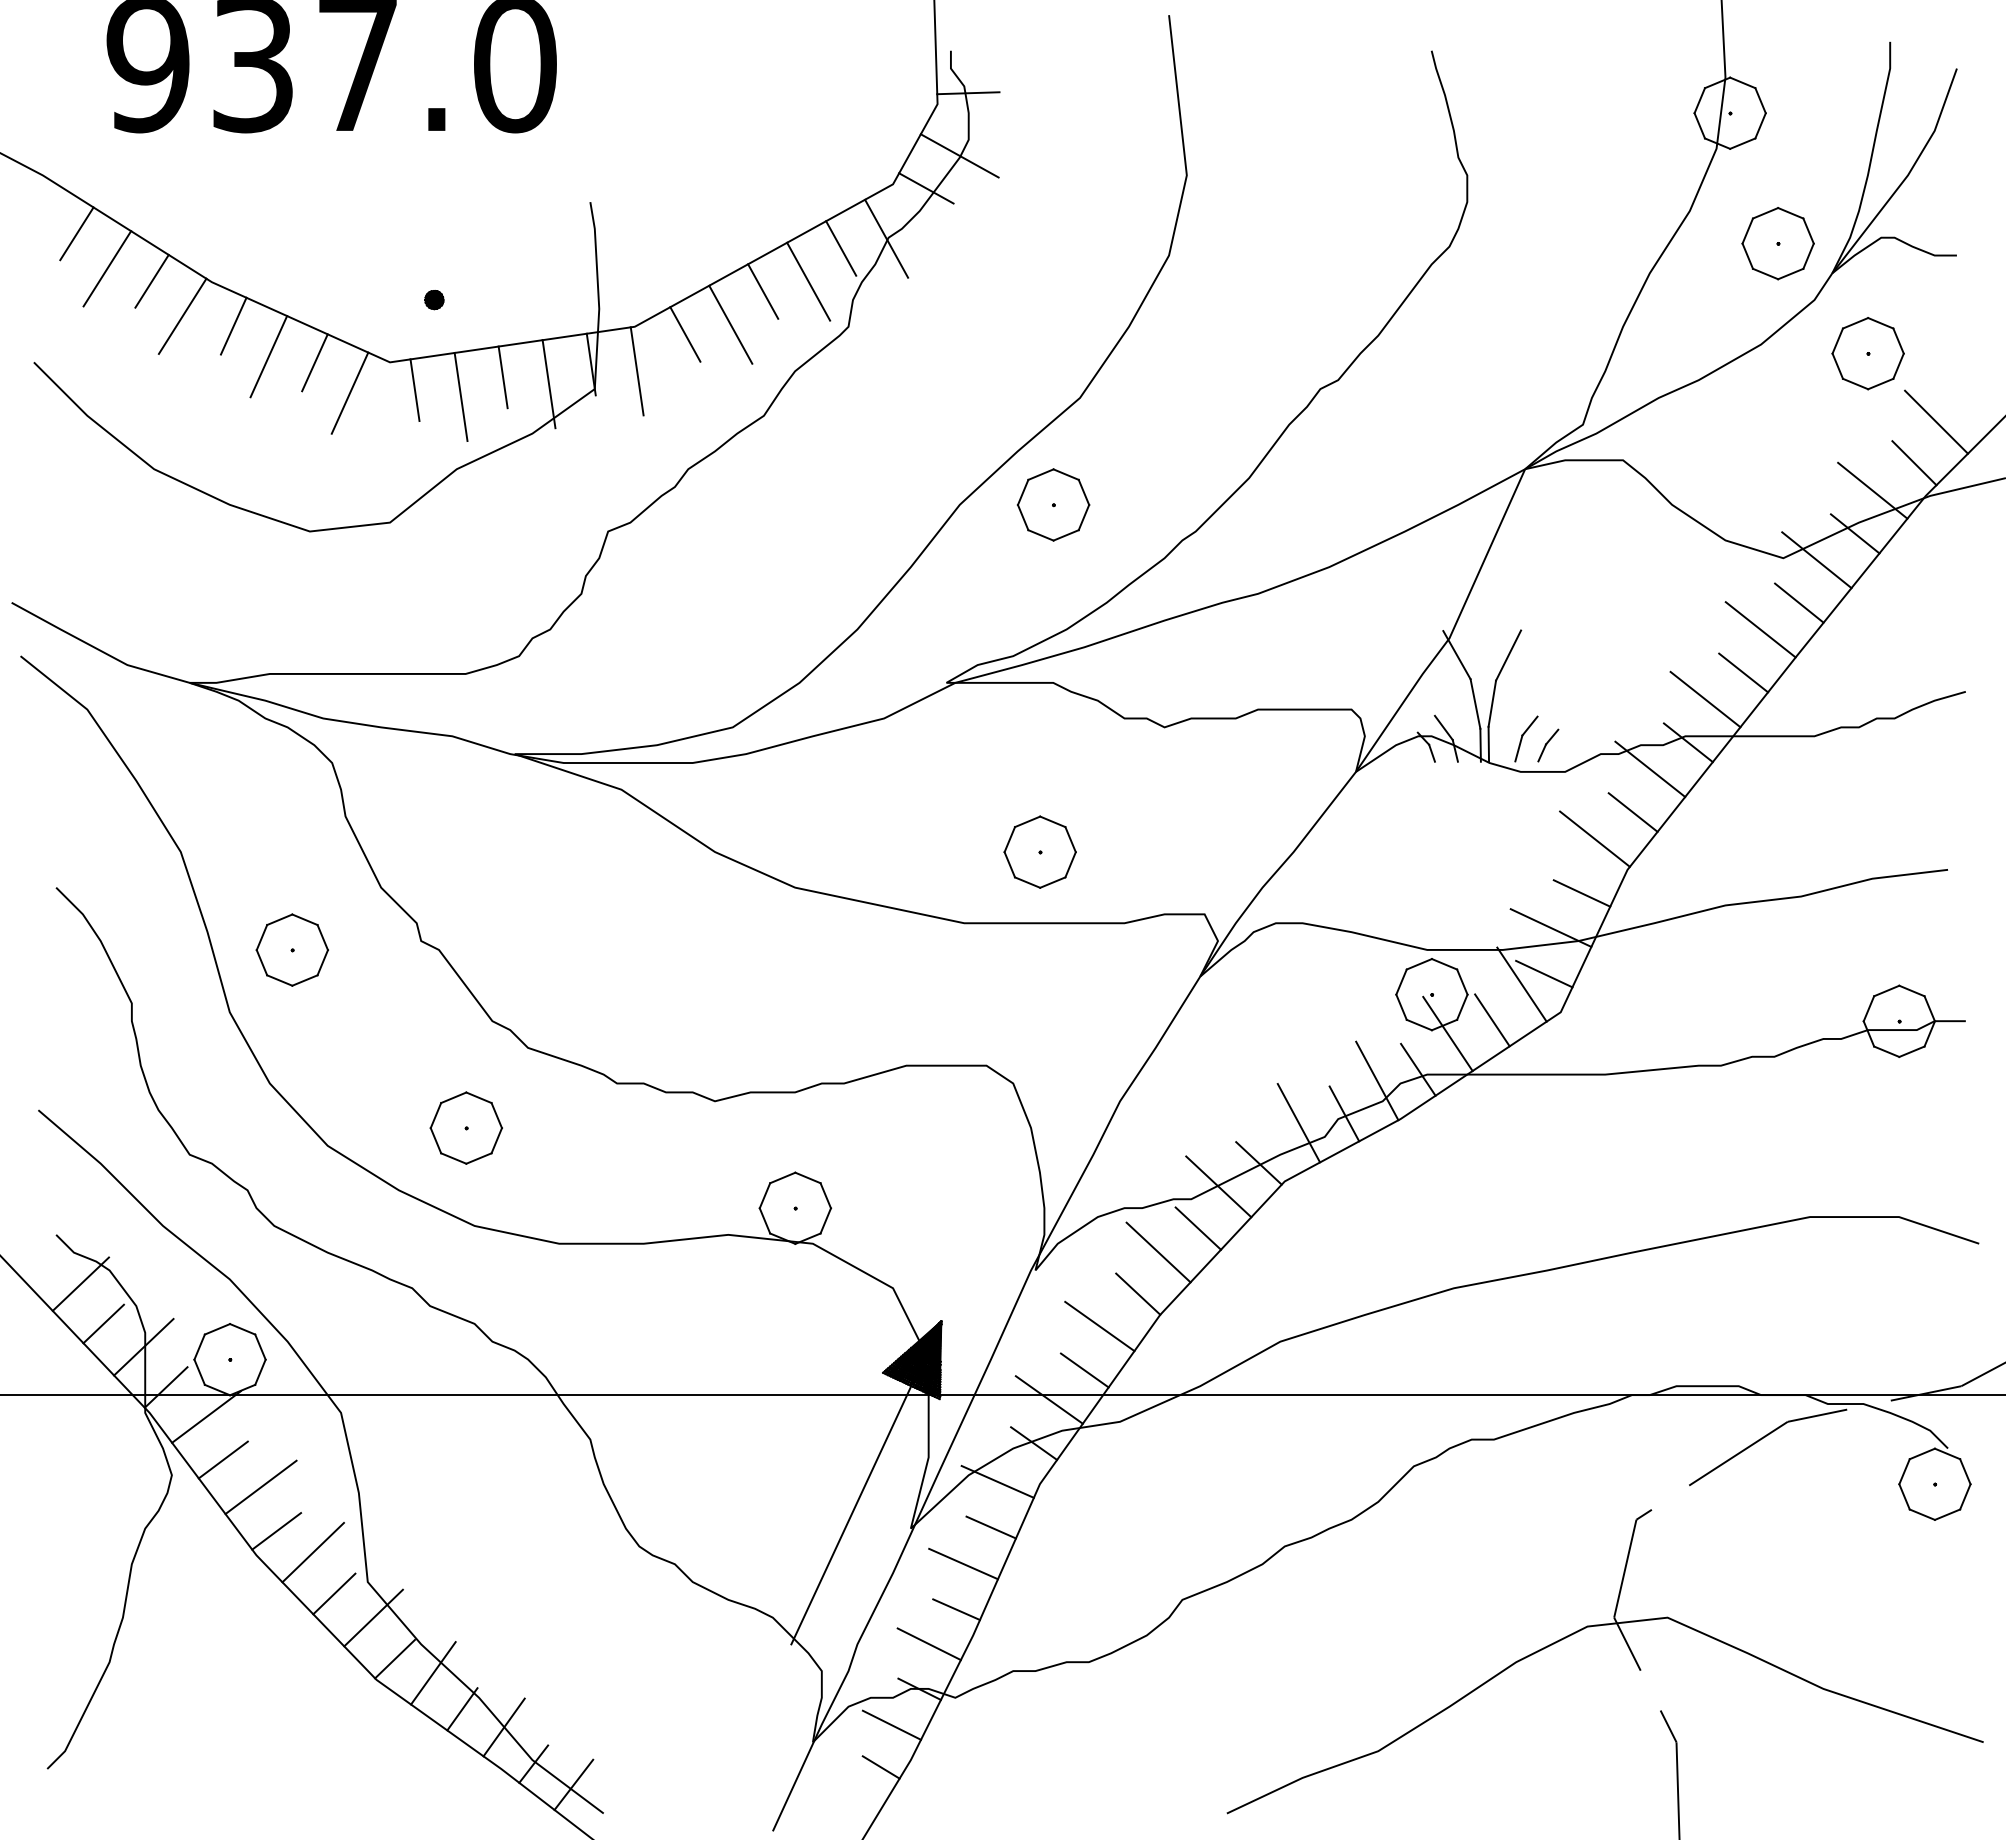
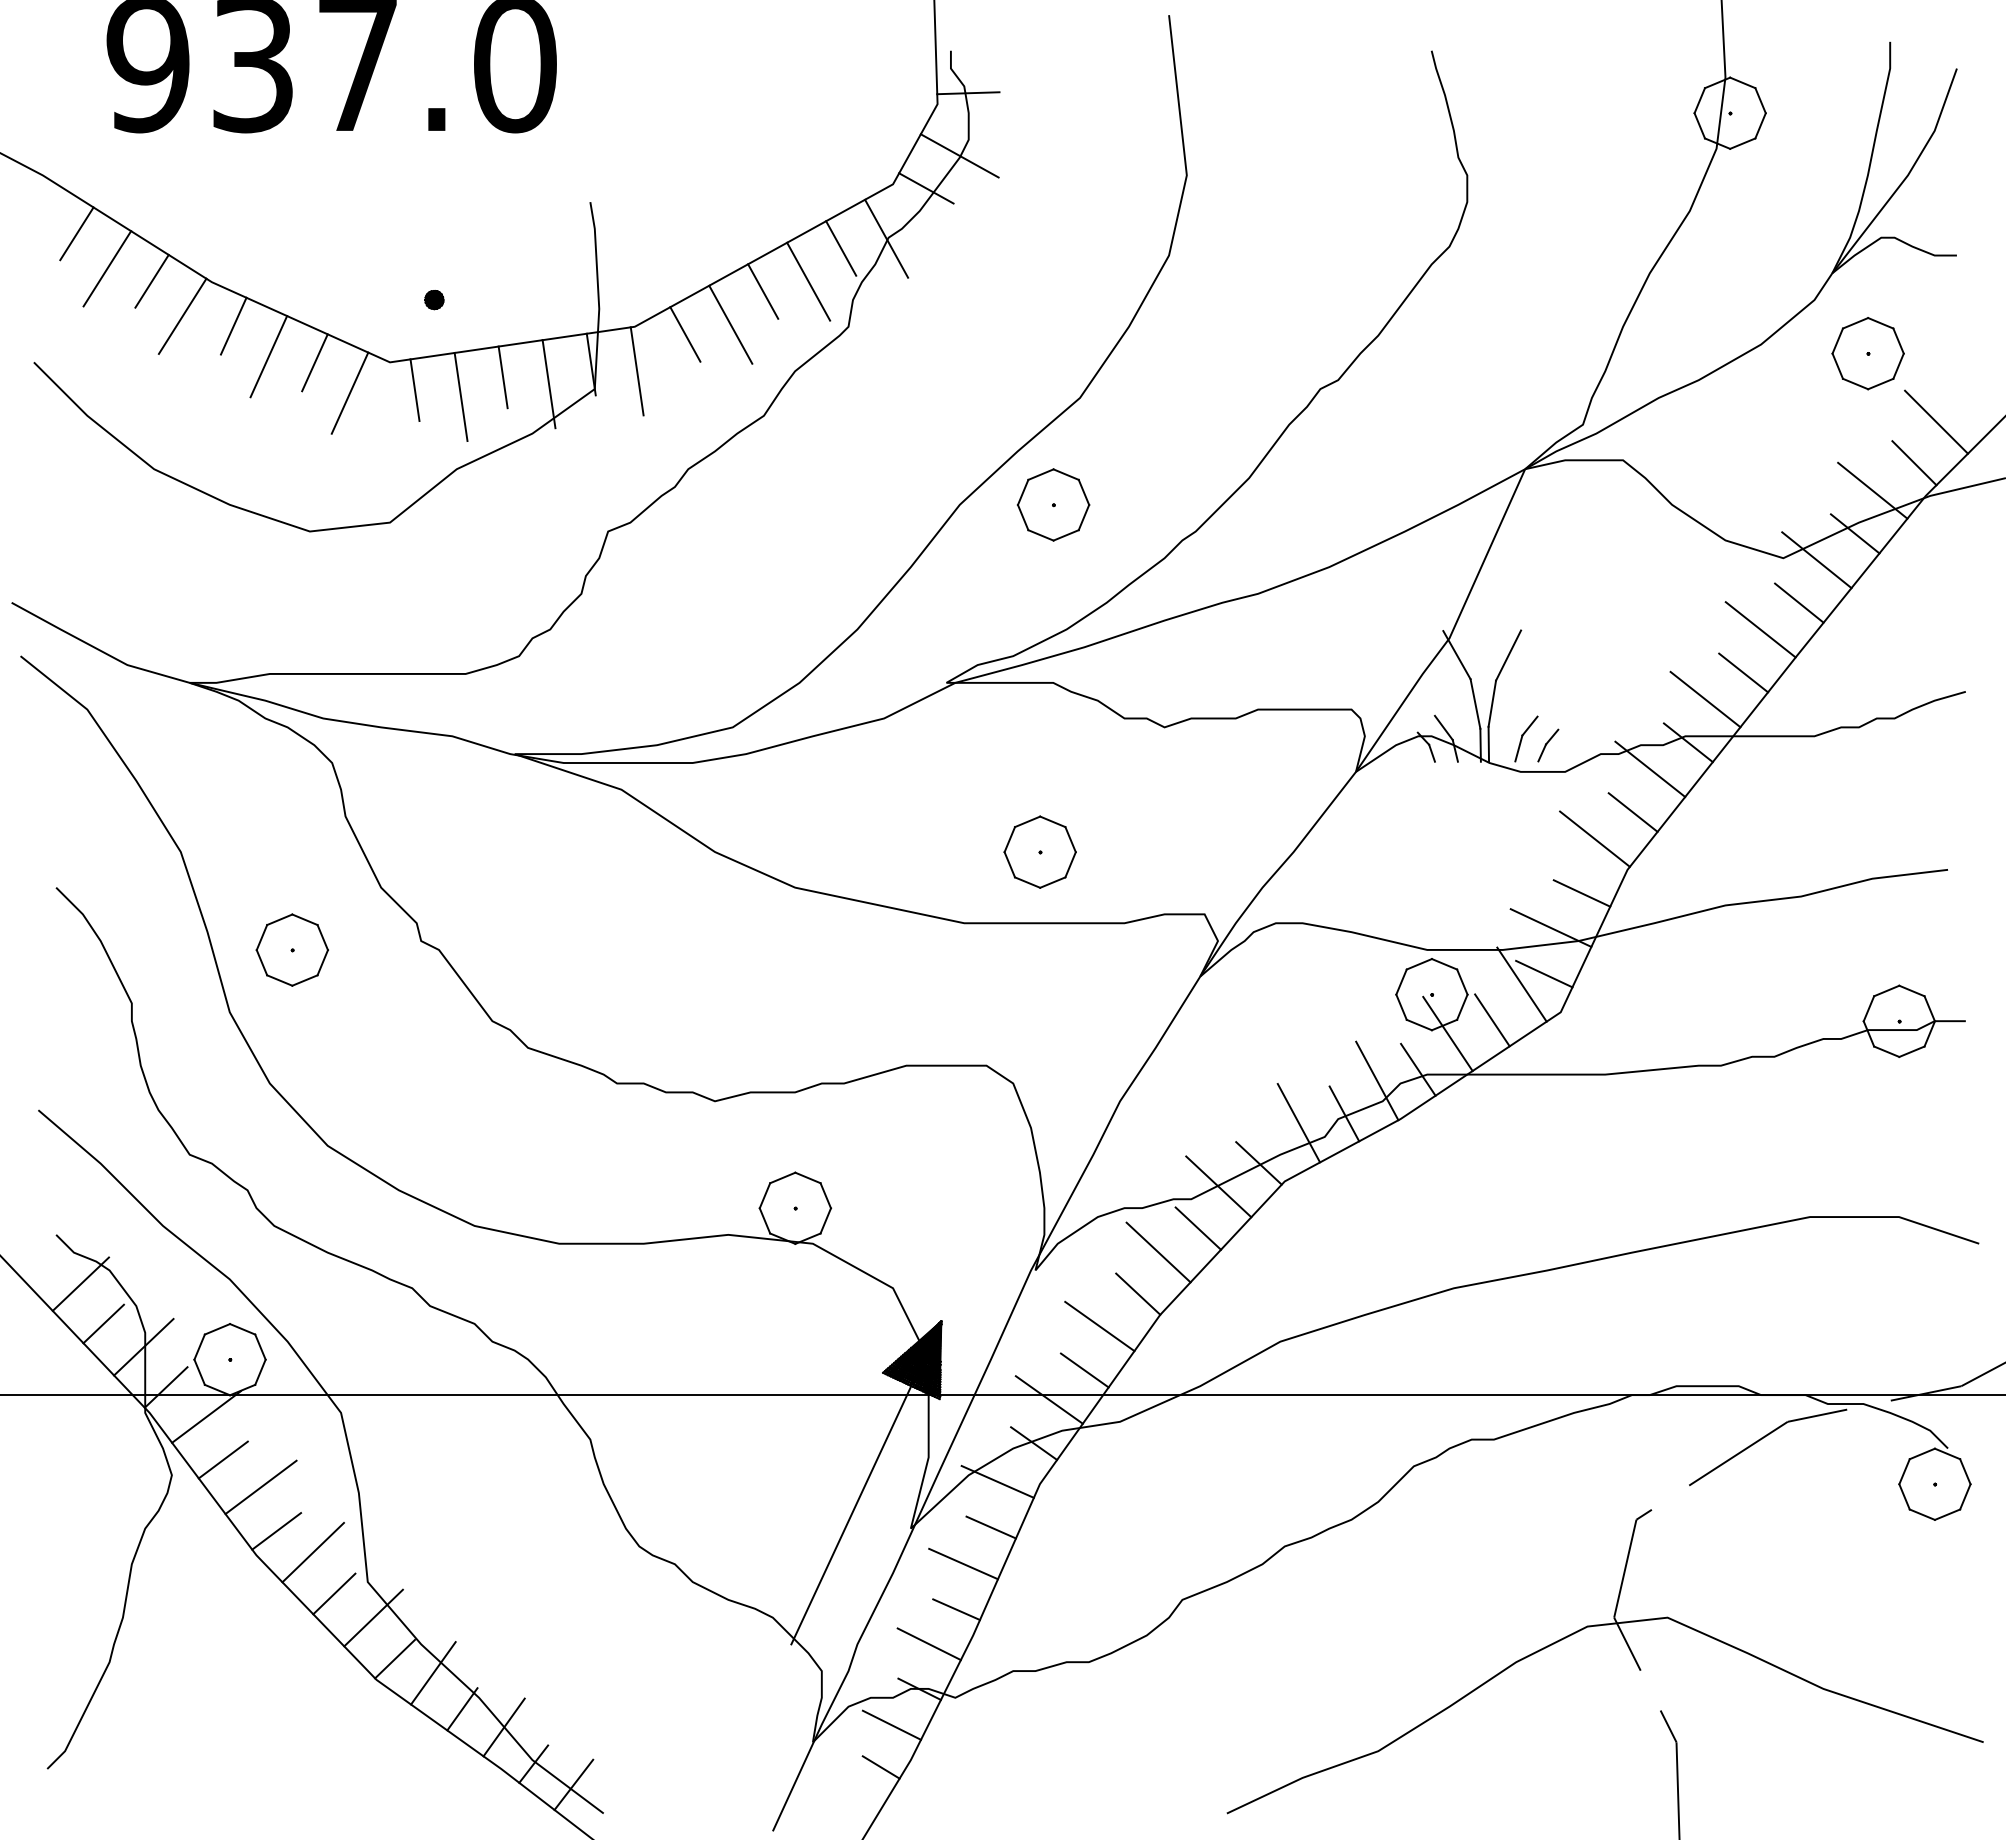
part at (1777, 243): present -> none
part at (465, 1127): present -> none
